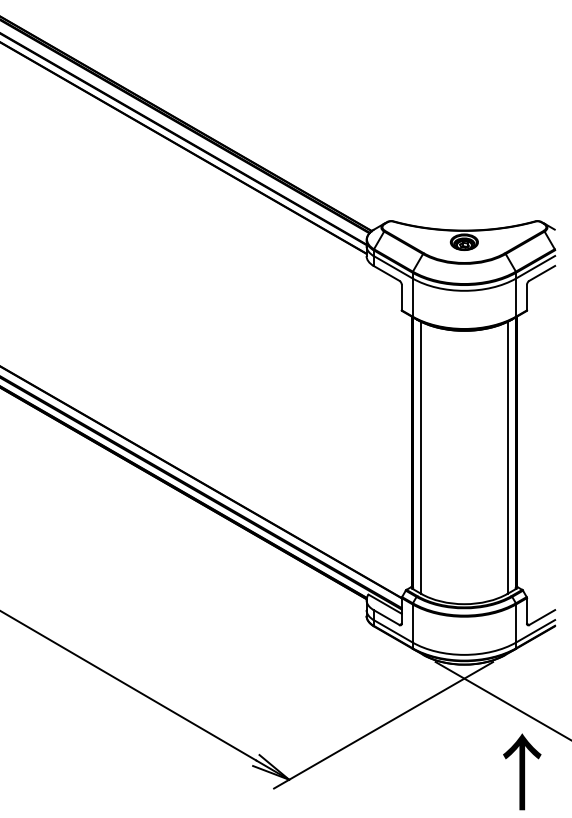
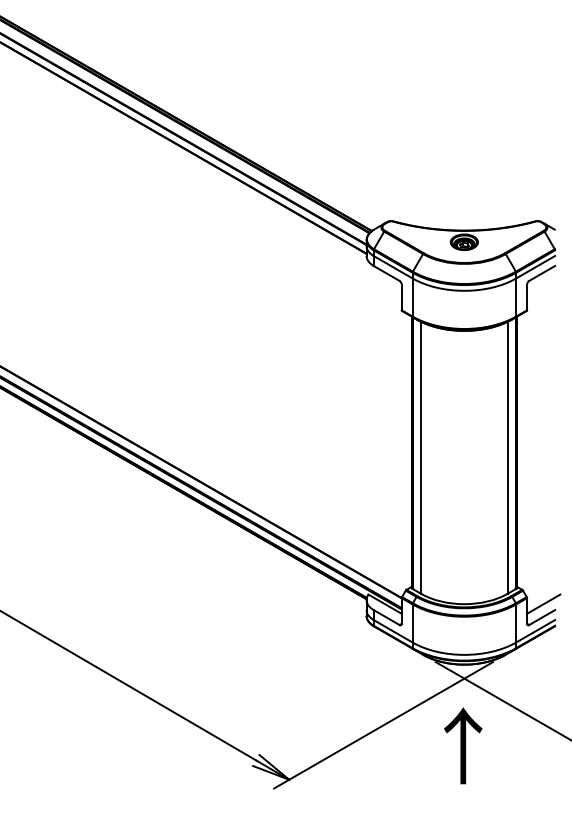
line at (543, 603): none -> present
text at (522, 771) position: (522, 771) -> (463, 745)
